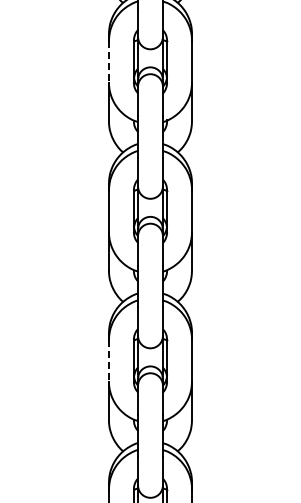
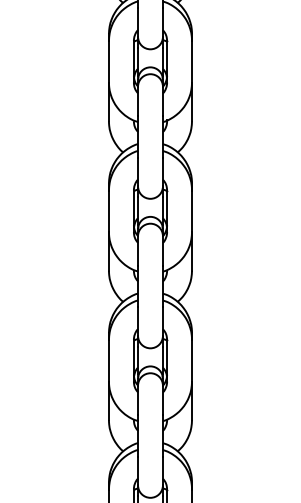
line at (108, 61): dashed -> solid
line at (108, 360): dashed -> solid
